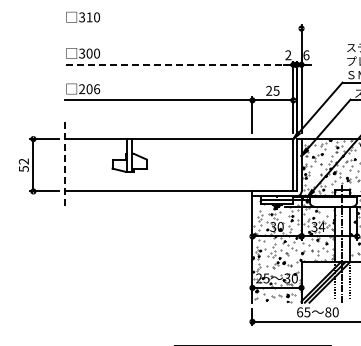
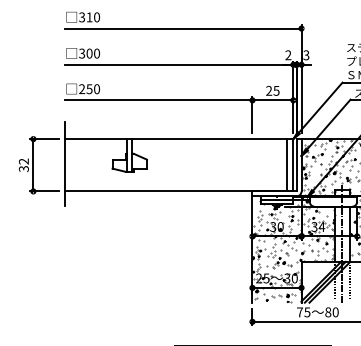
line at (183, 28): none -> present
text at (306, 55): 6 -> 3
line at (178, 64): dashed -> solid
text at (93, 89): 206 -> 250
line at (65, 163): dashed -> solid
line at (286, 165): none -> present
text at (23, 168): 52 -> 32
text at (300, 312): 65 -> 75
